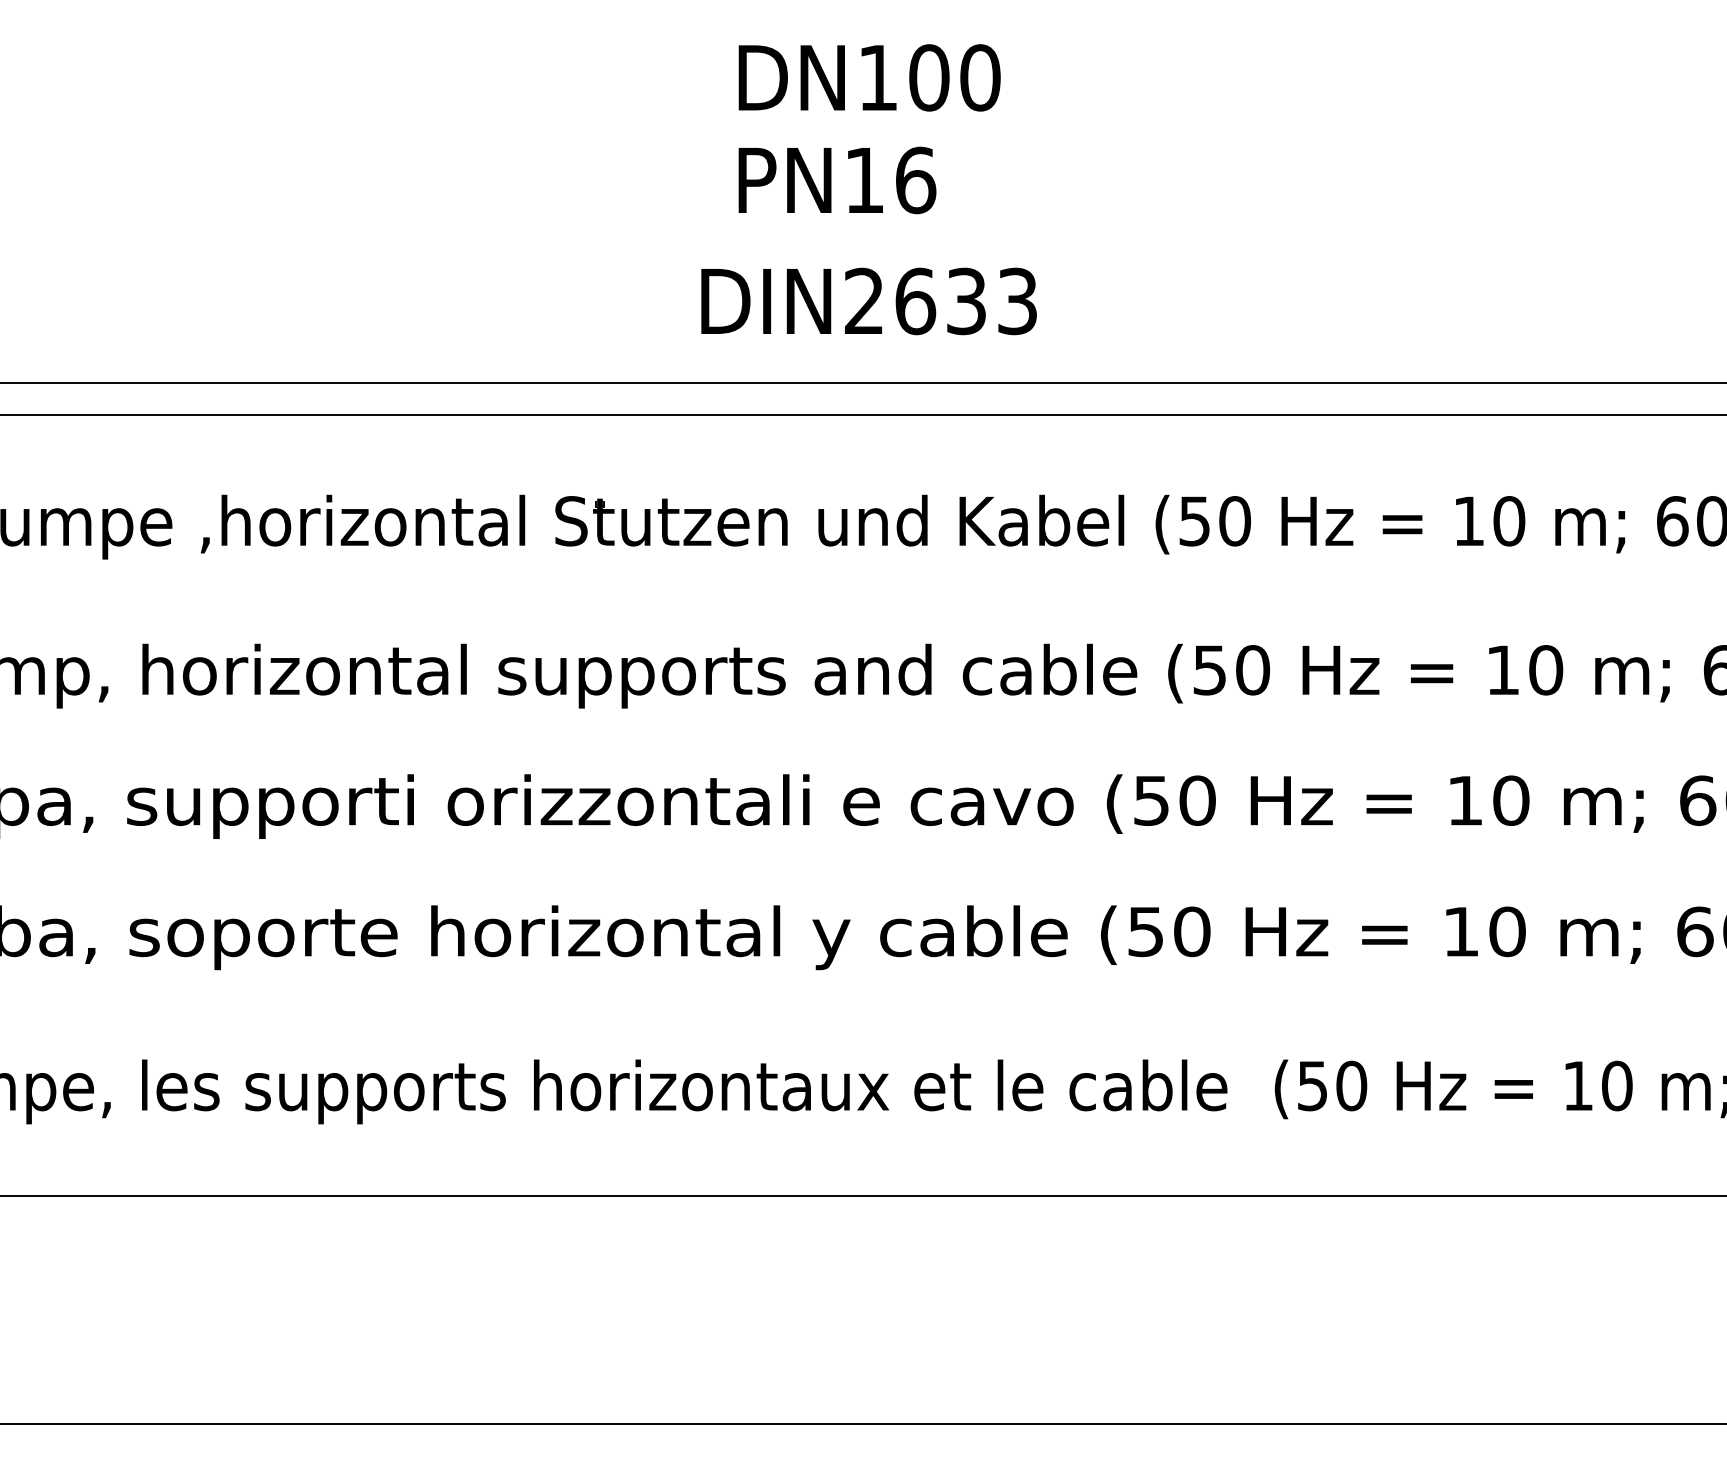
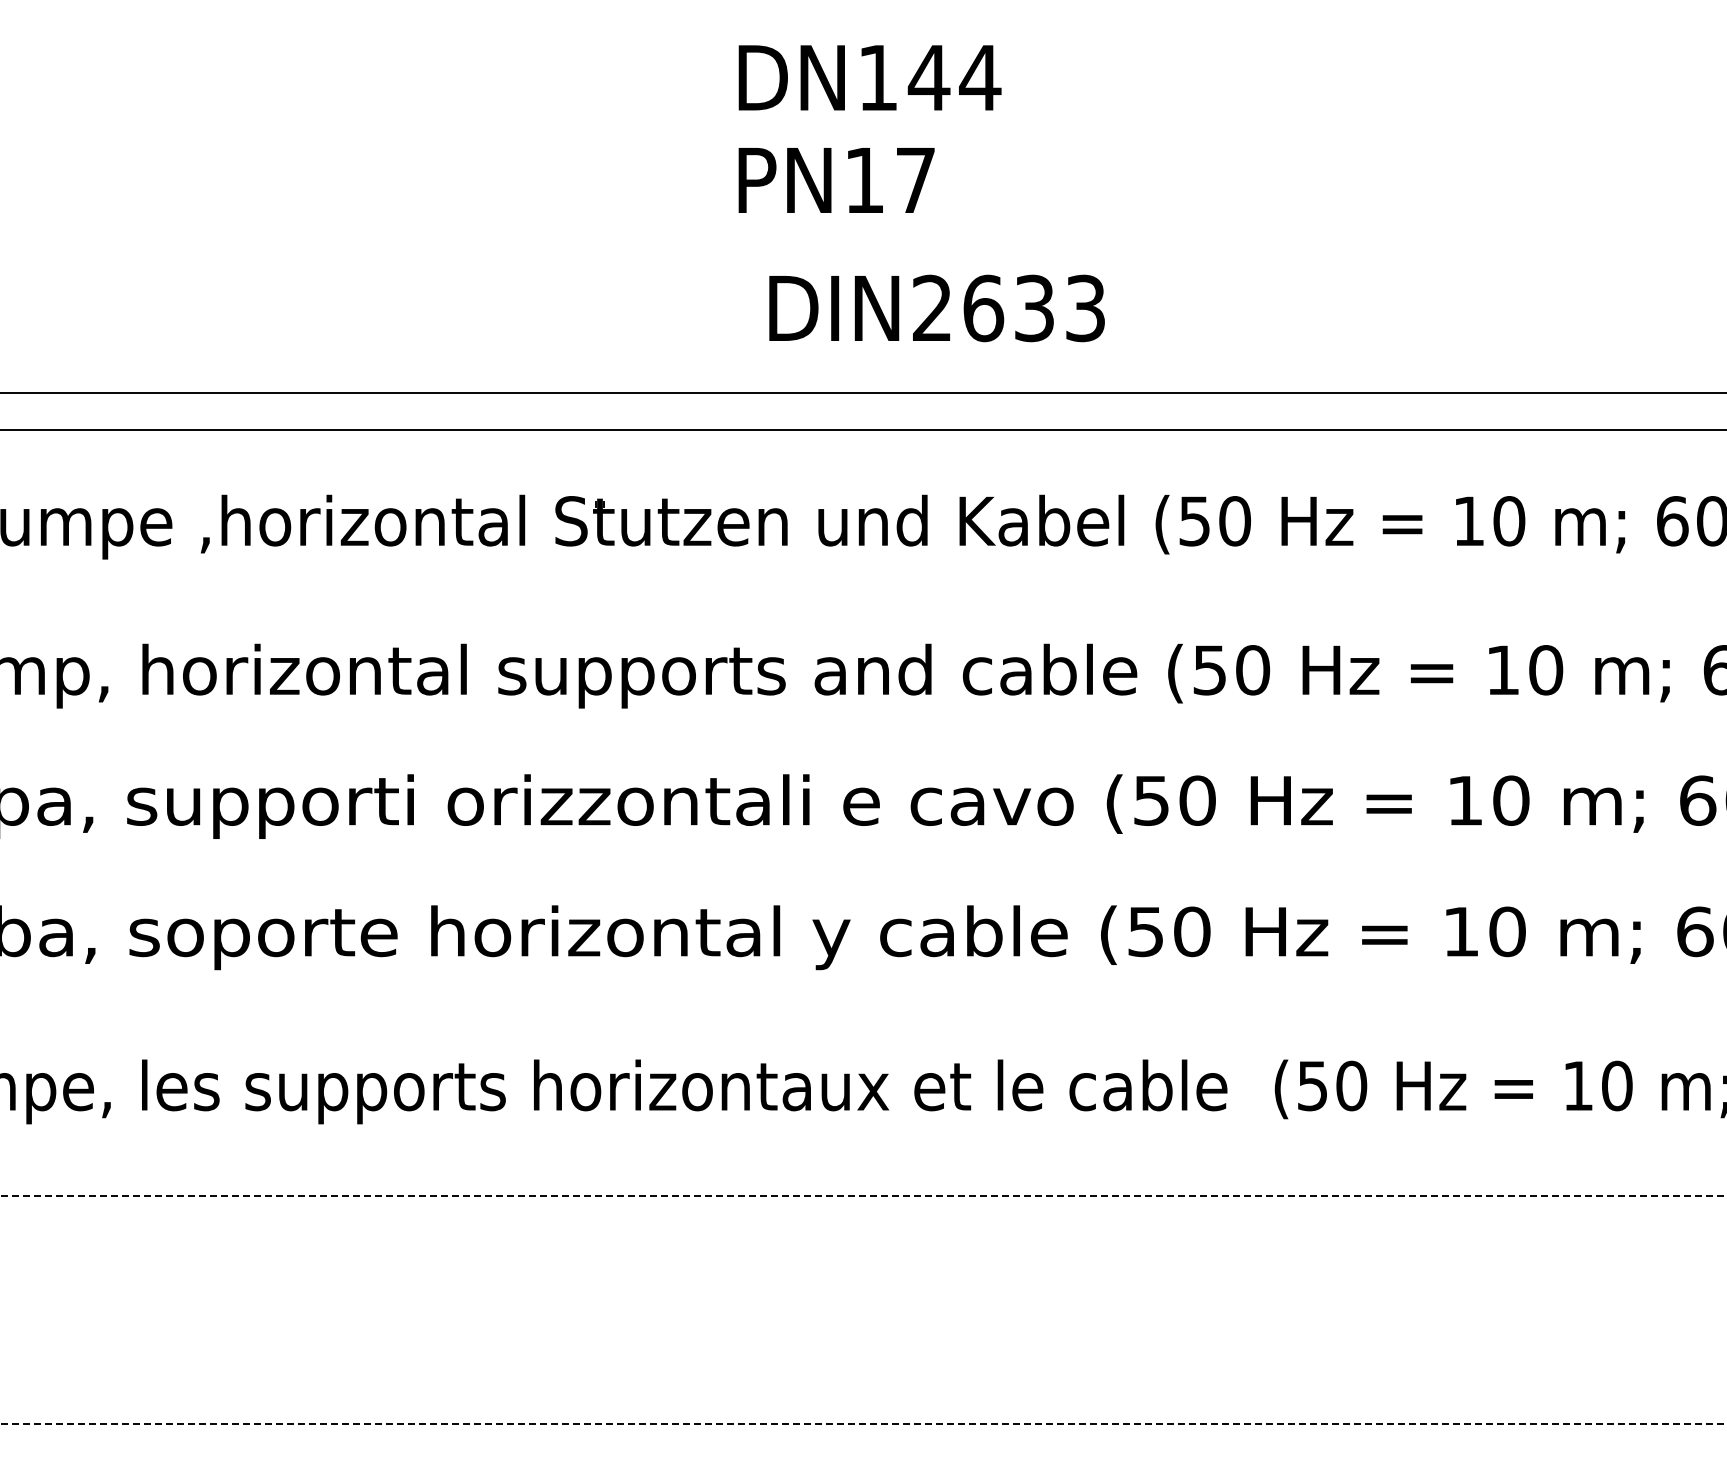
text at (954, 77): DN100 -> DN144
text at (916, 180): PN16 -> PN17
text at (868, 301) position: (868, 301) -> (936, 308)
line at (862, 382) position: (862, 382) -> (862, 392)
line at (862, 415) position: (862, 415) -> (862, 430)
line at (863, 1196): solid -> dashed
line at (863, 1423): solid -> dashed
